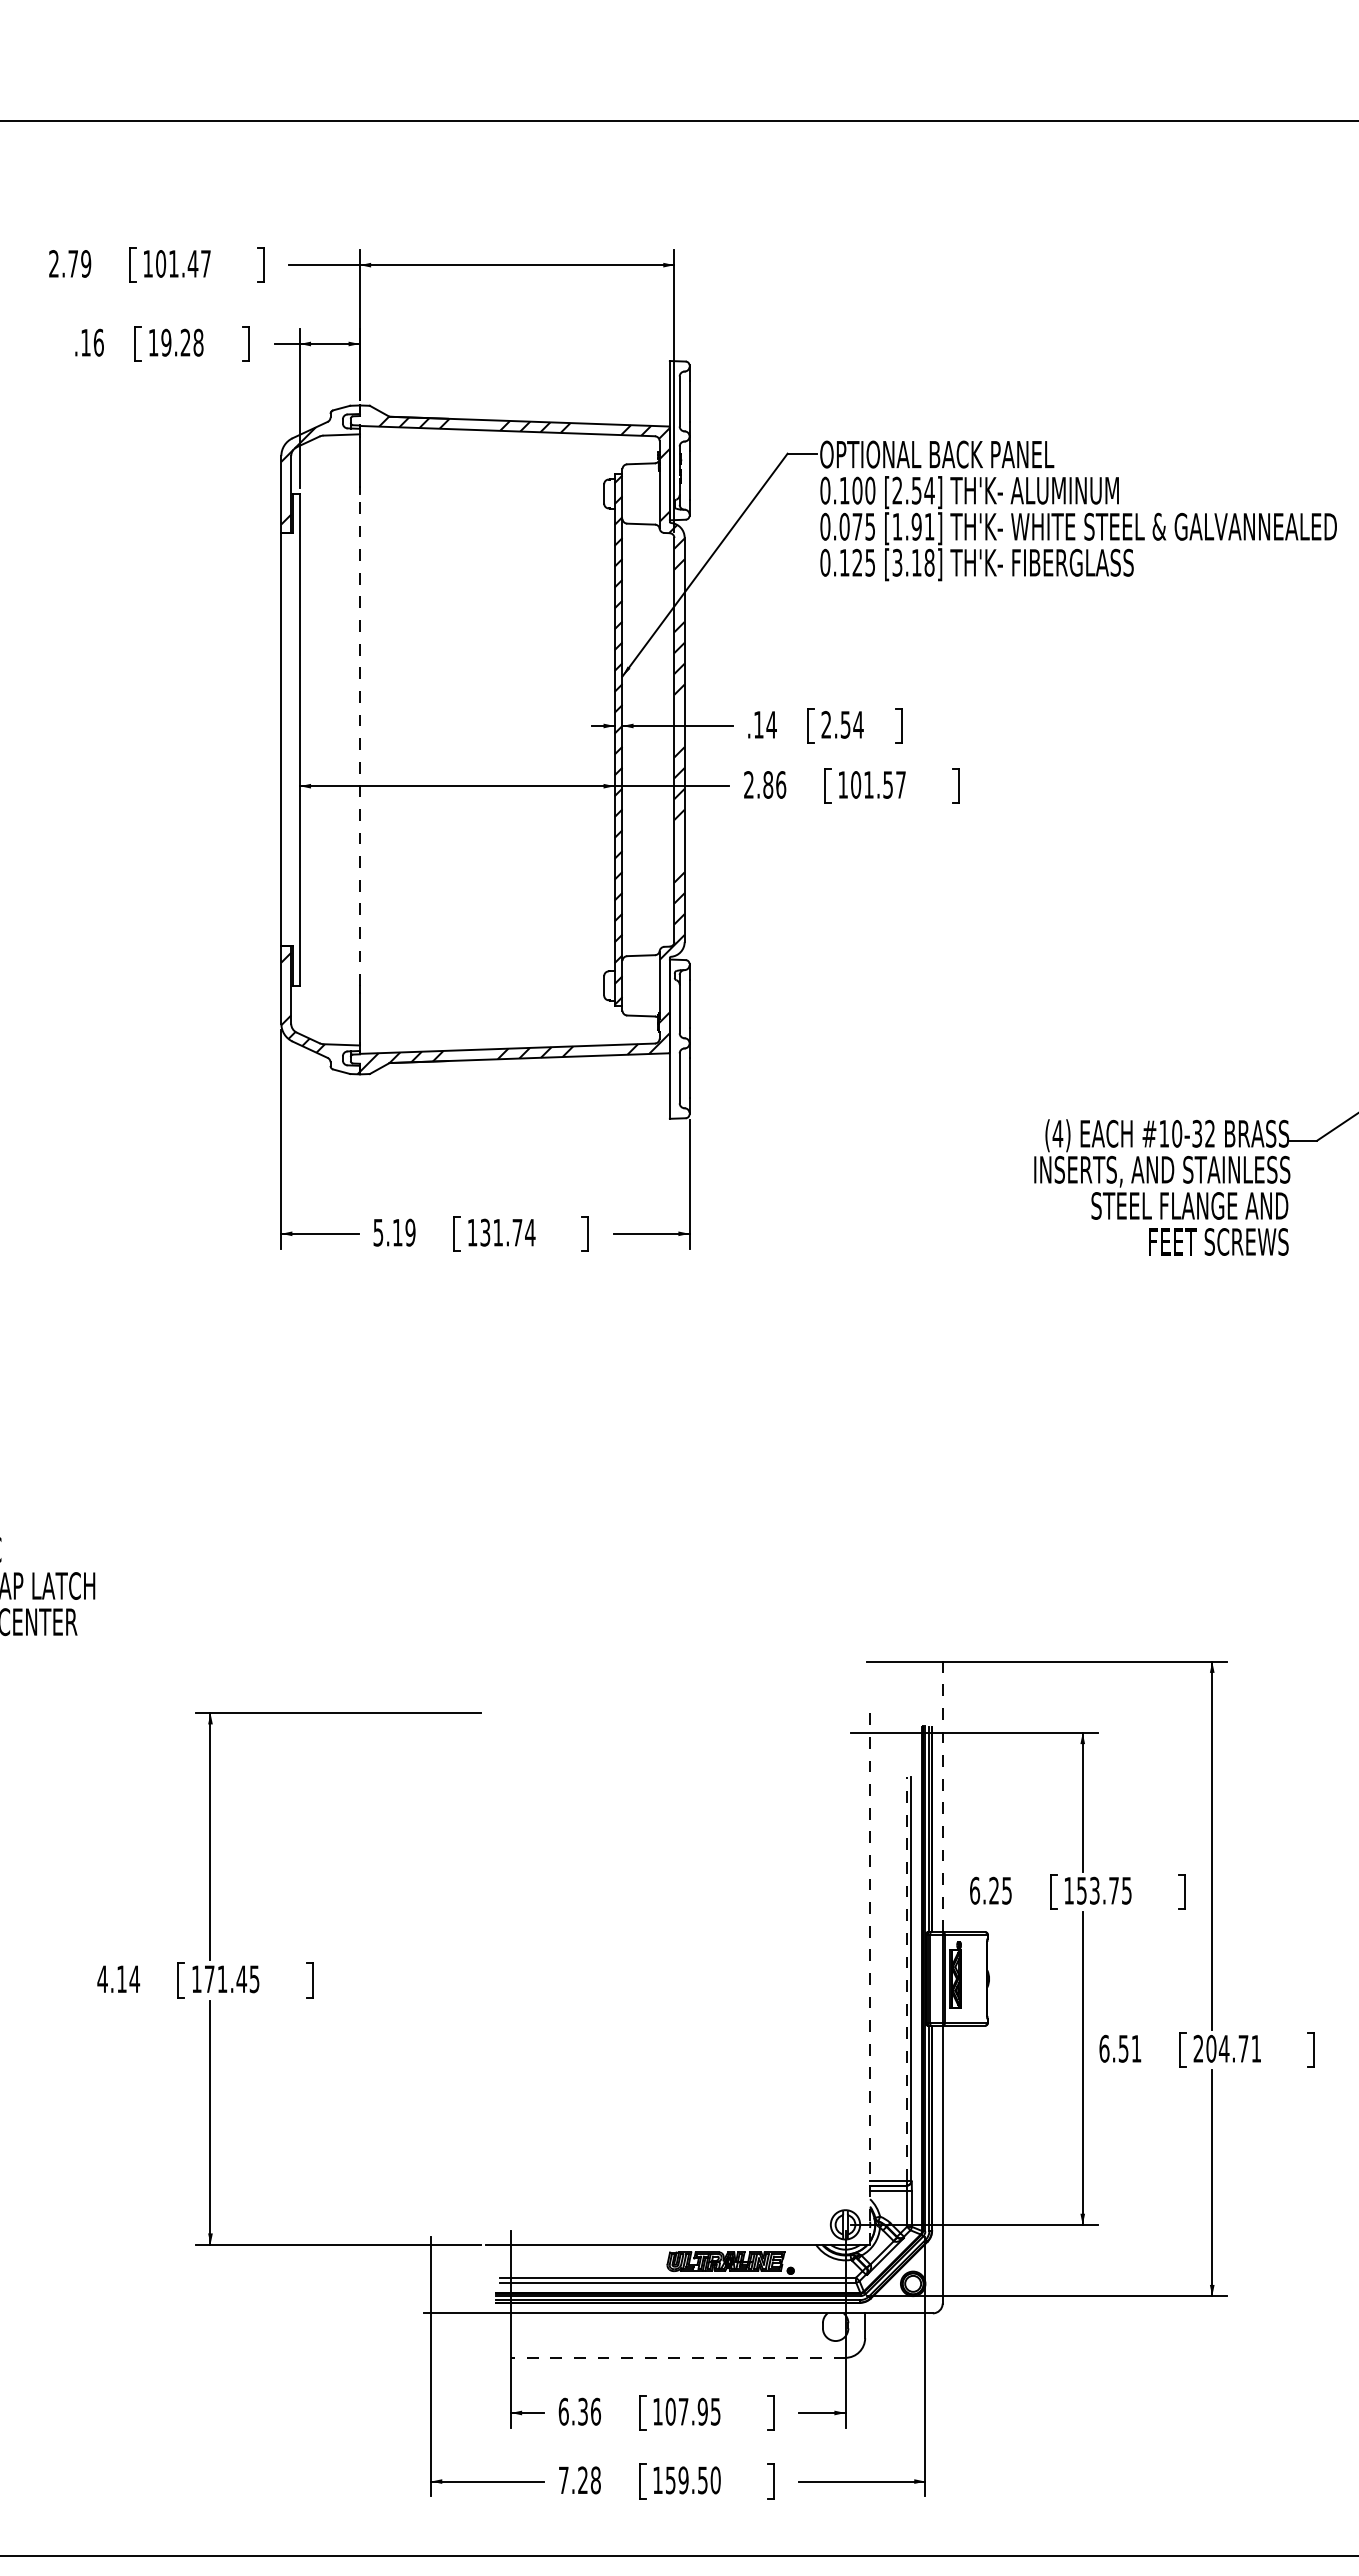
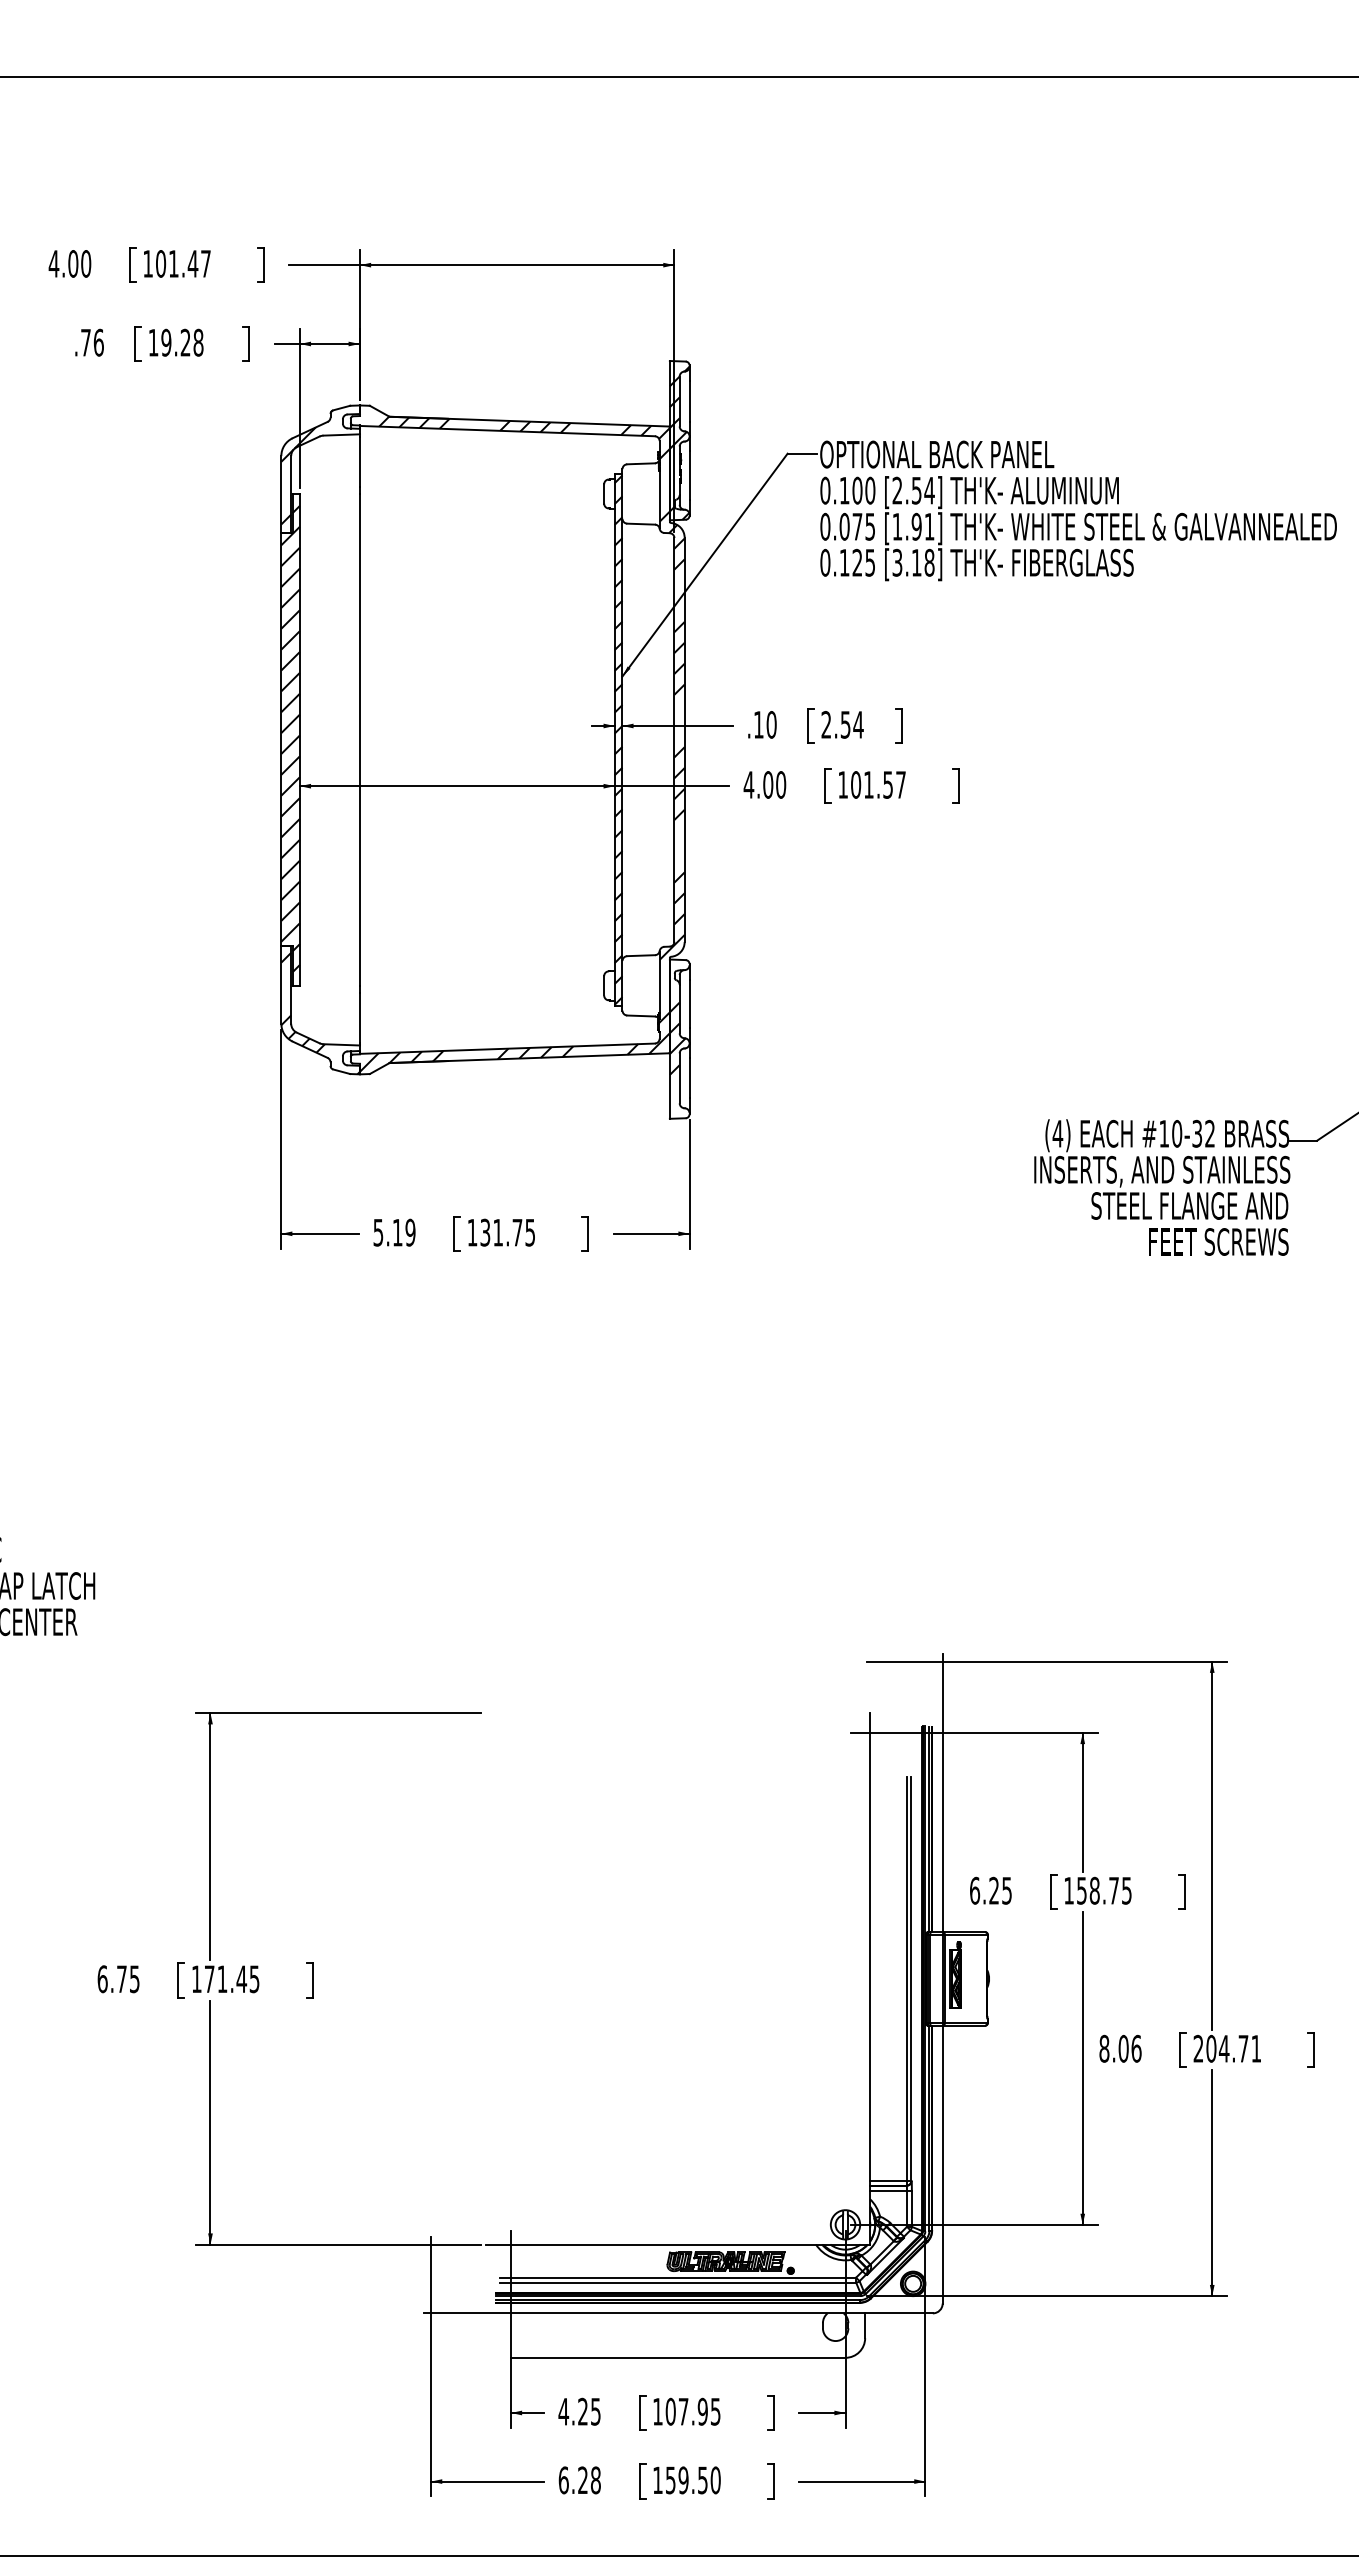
line at (678, 121) position: (678, 121) -> (678, 77)
text at (69, 263): 2.79 -> 4.00
text at (85, 342): .16 -> .76
hatch at (679, 442): none -> present
text at (771, 724): .14 -> .10
line at (360, 739): dashed -> solid
hatch at (290, 745): none -> present
text at (764, 784): 2.86 -> 4.00
hatch at (677, 1038): none -> present
text at (530, 1232): 131.74 -> 131.75
line at (942, 1793): dashed -> solid
text at (1094, 1890): 153.75 -> 158.75
line at (870, 1978): dashed -> solid
line at (906, 1978): dashed -> solid
text at (118, 1979): 4.14 -> 6.75
text at (1120, 2048): 6.51 -> 8.06
line at (677, 2357): dashed -> solid
text at (579, 2411): 6.36 -> 4.25
text at (563, 2480): 7.28 -> 6.28
